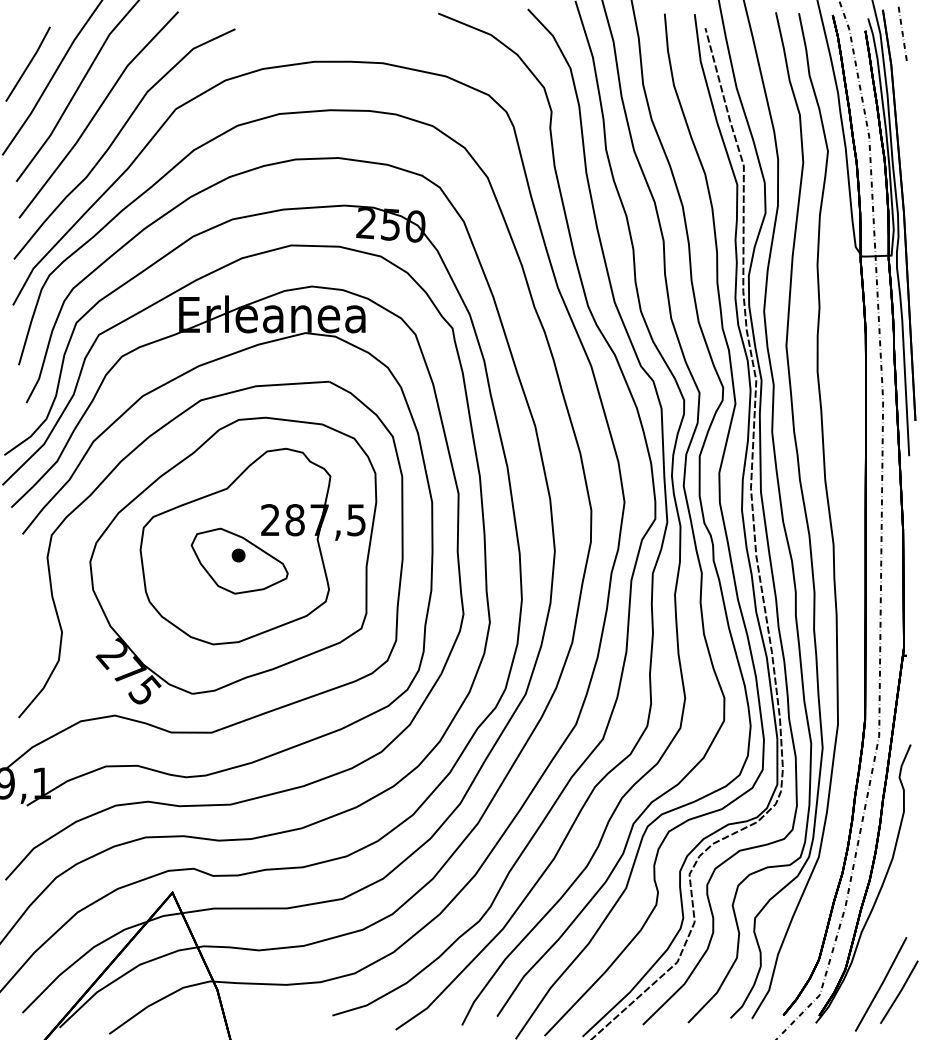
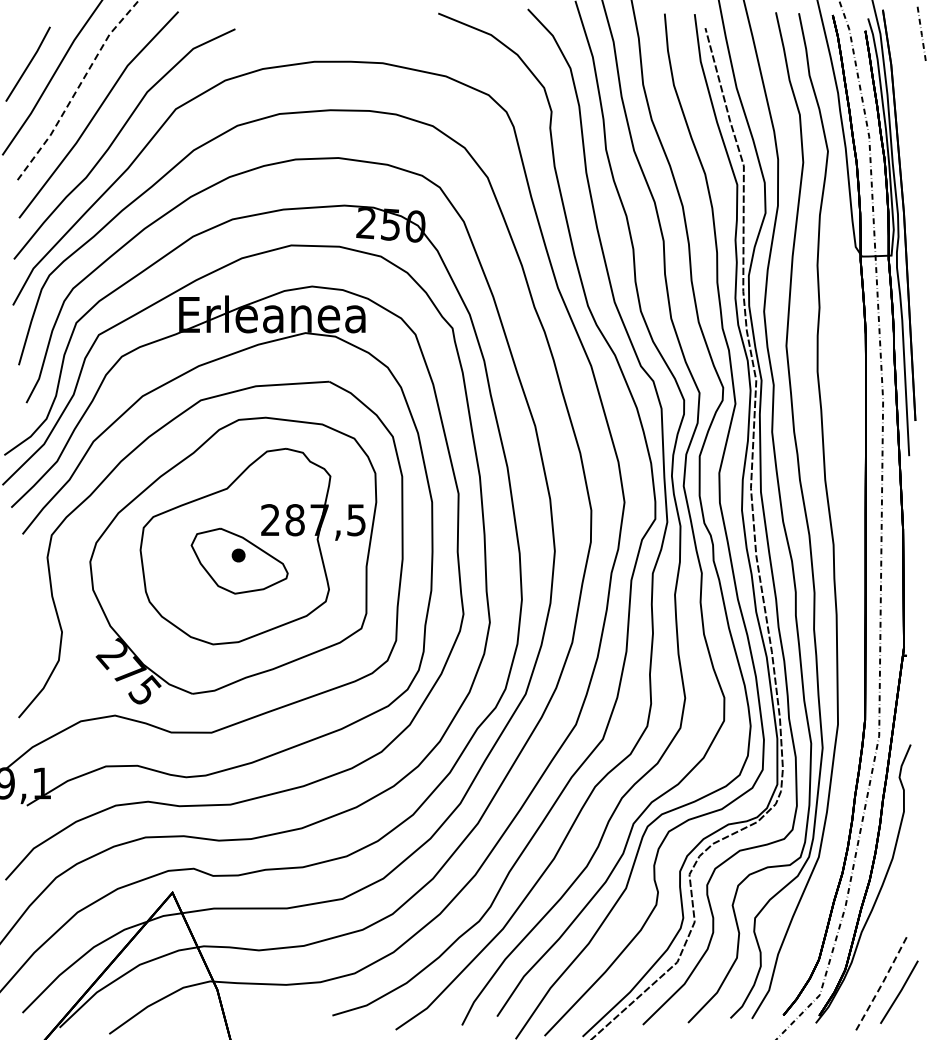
line at (902, 33) position: (902, 33) -> (921, 33)
line at (76, 90): solid -> dashed
line at (881, 984): solid -> dashed
